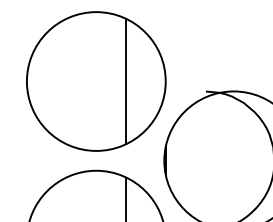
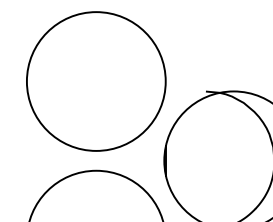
line at (126, 81): present -> none
line at (126, 197): present -> none
